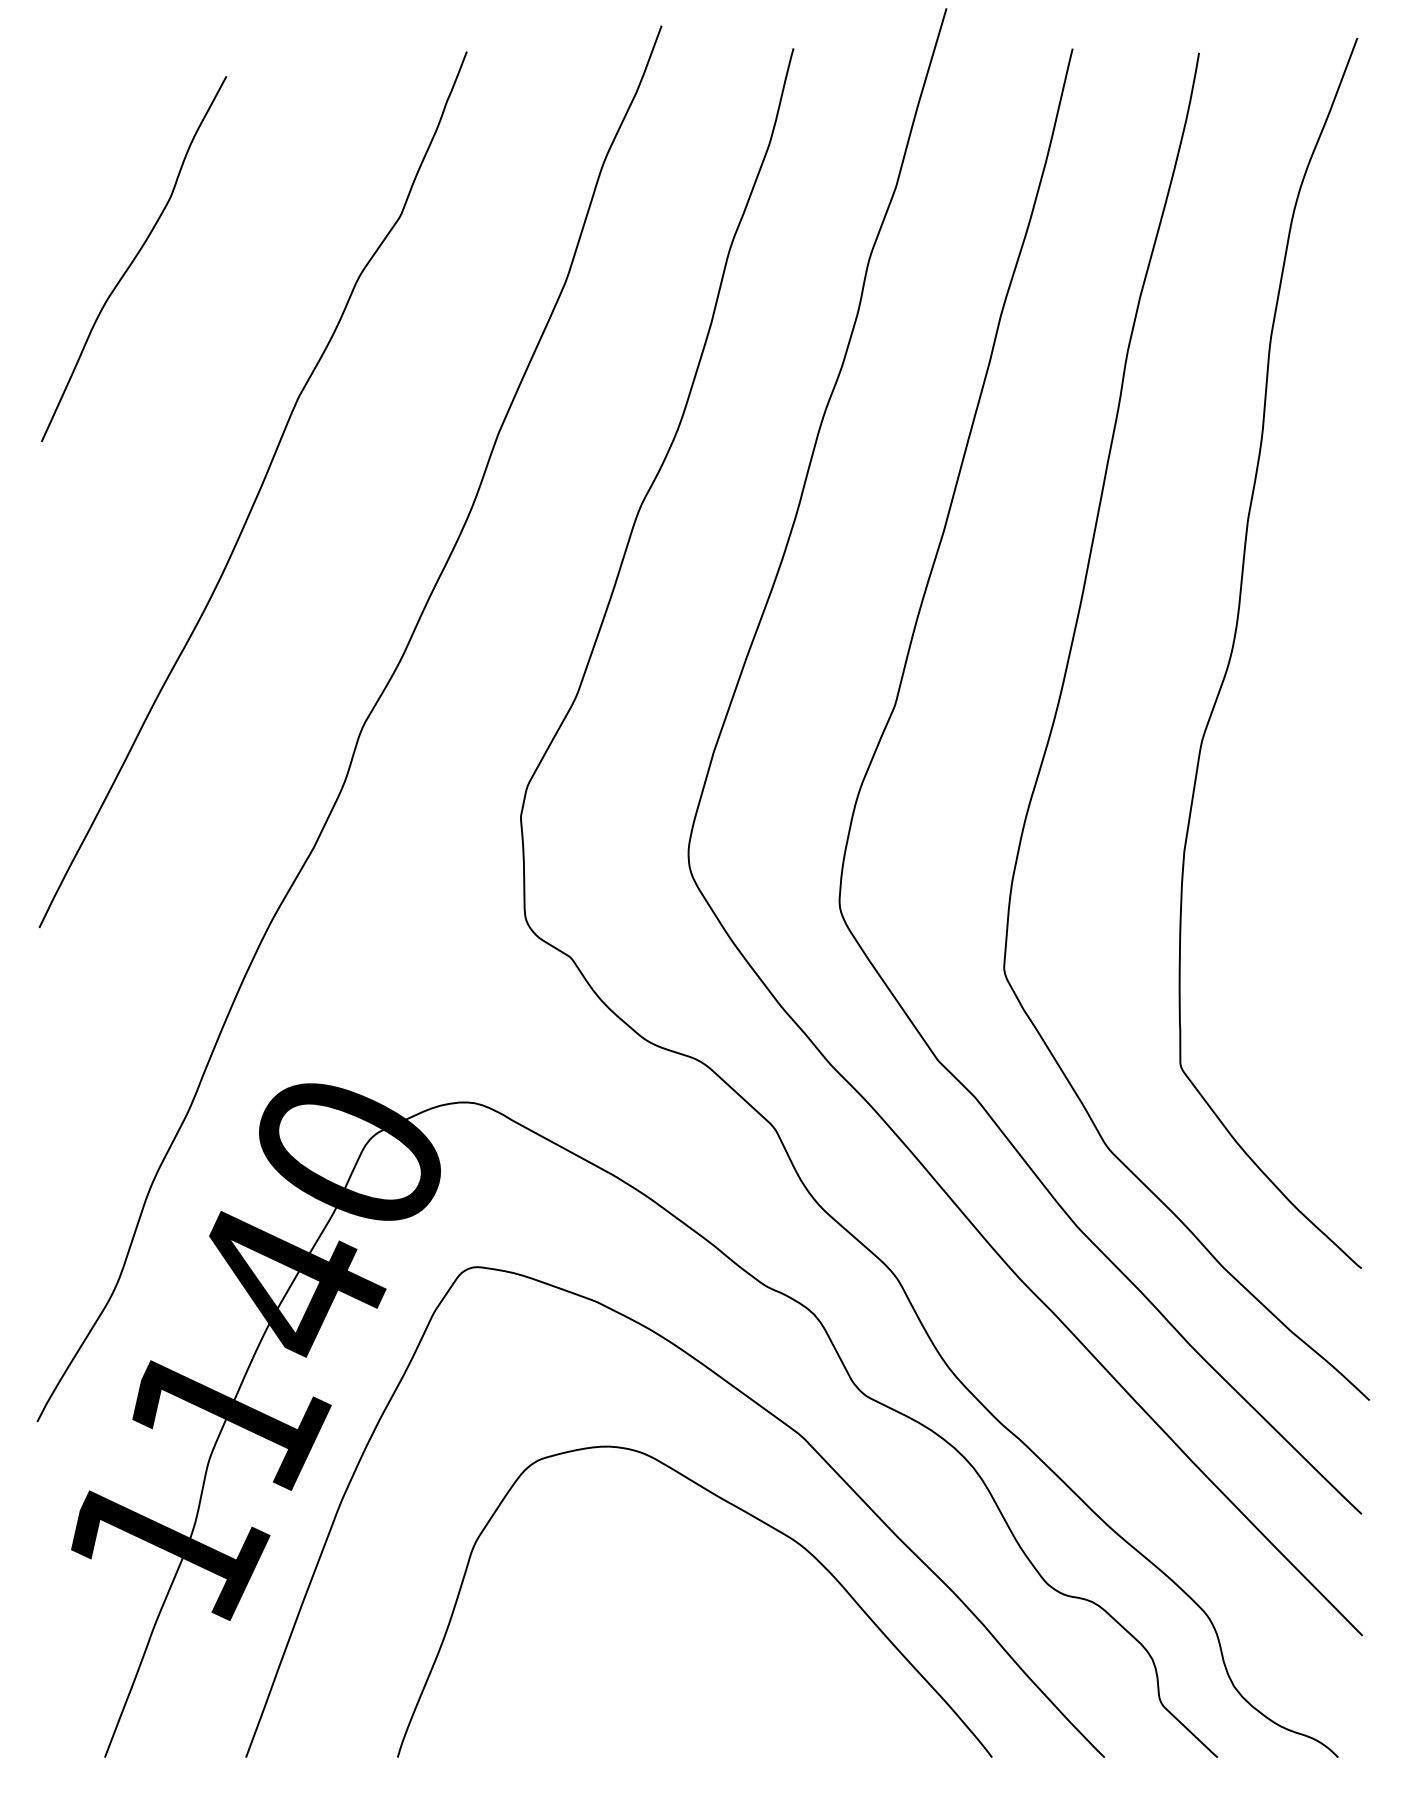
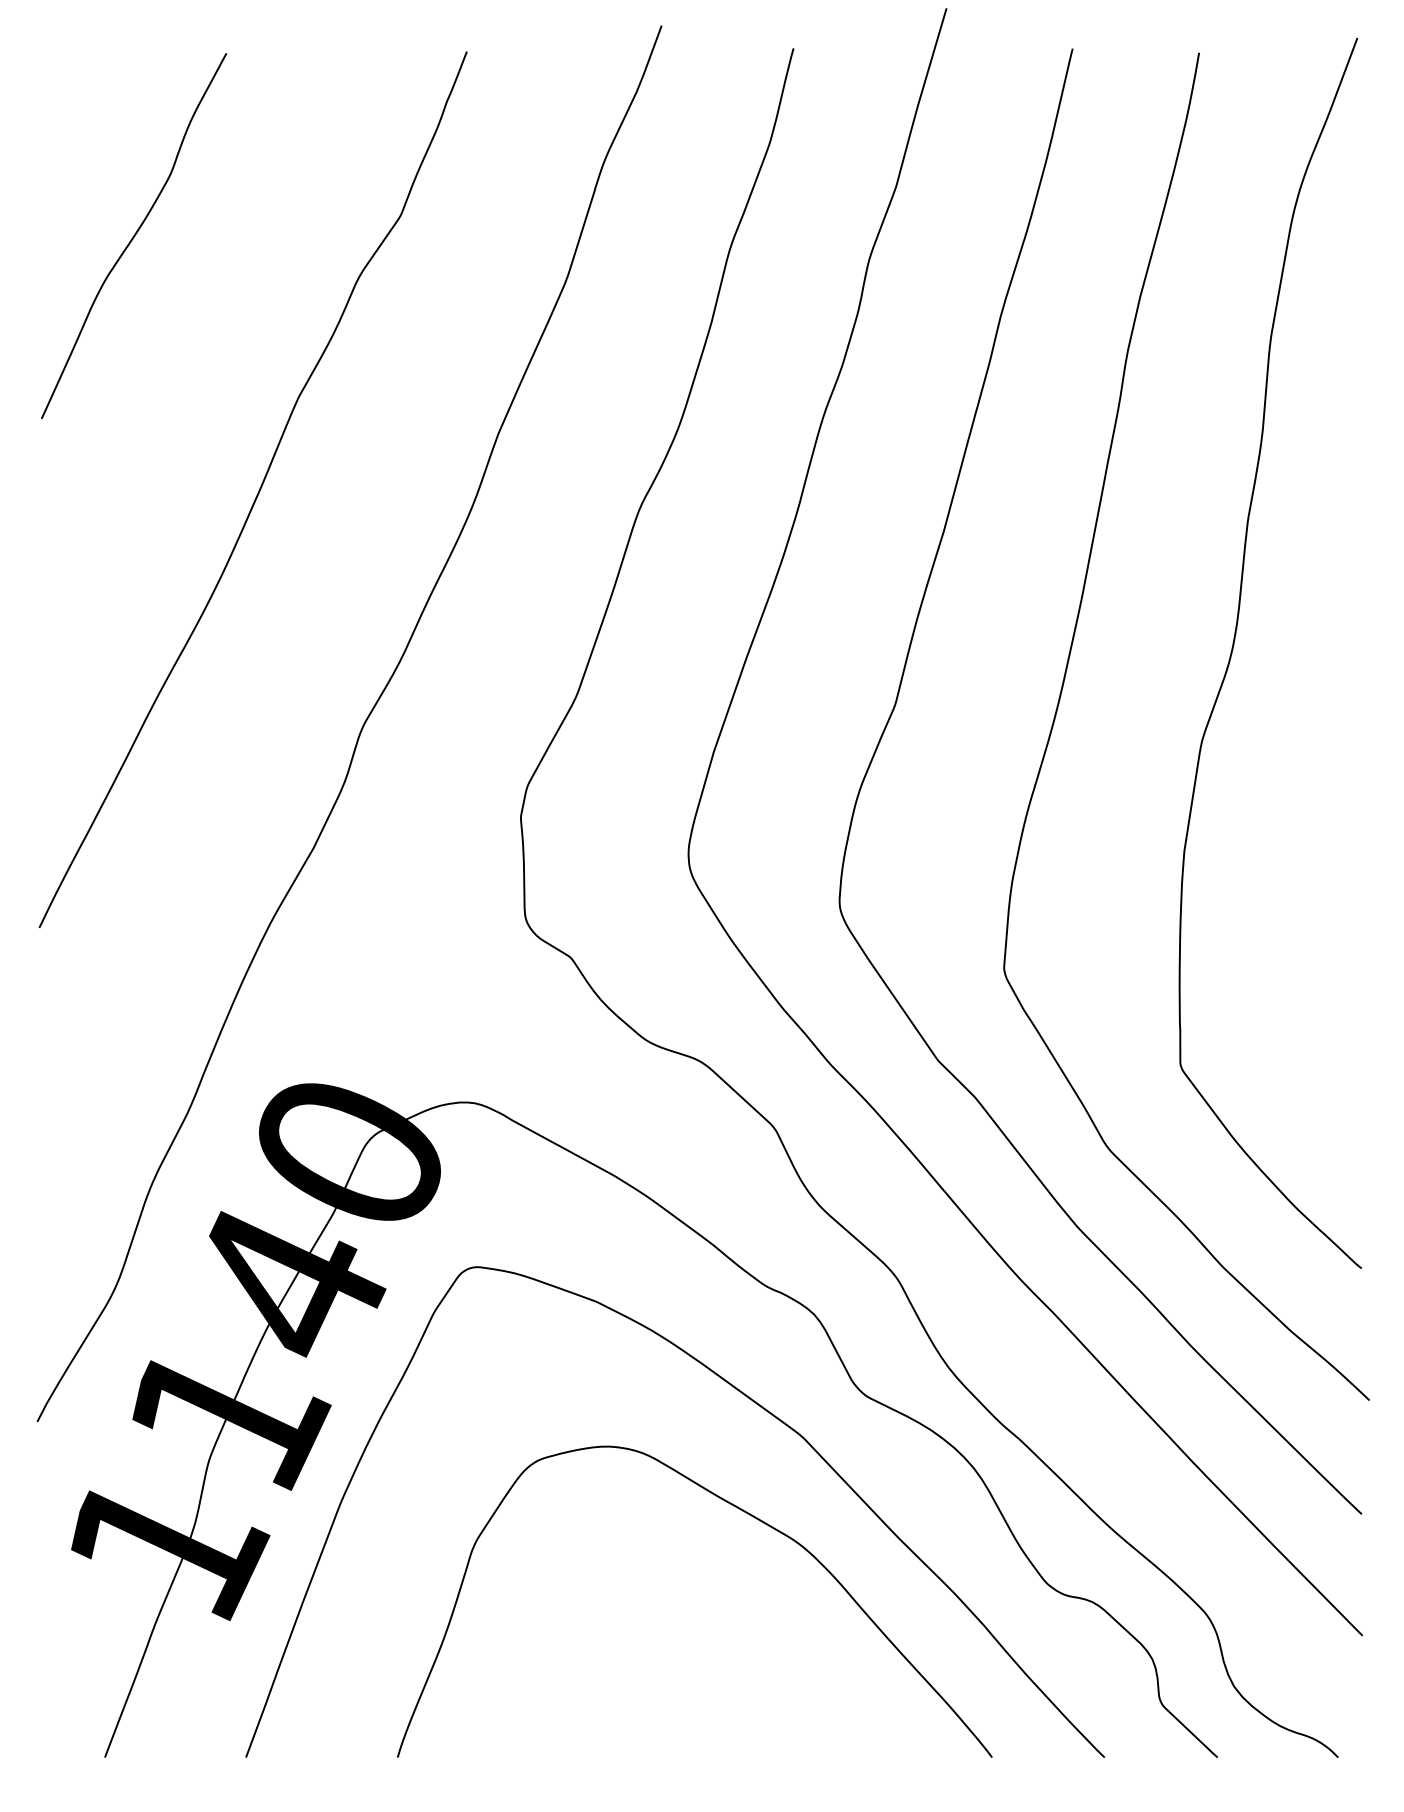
curve at (134, 259) position: (134, 259) -> (134, 236)
